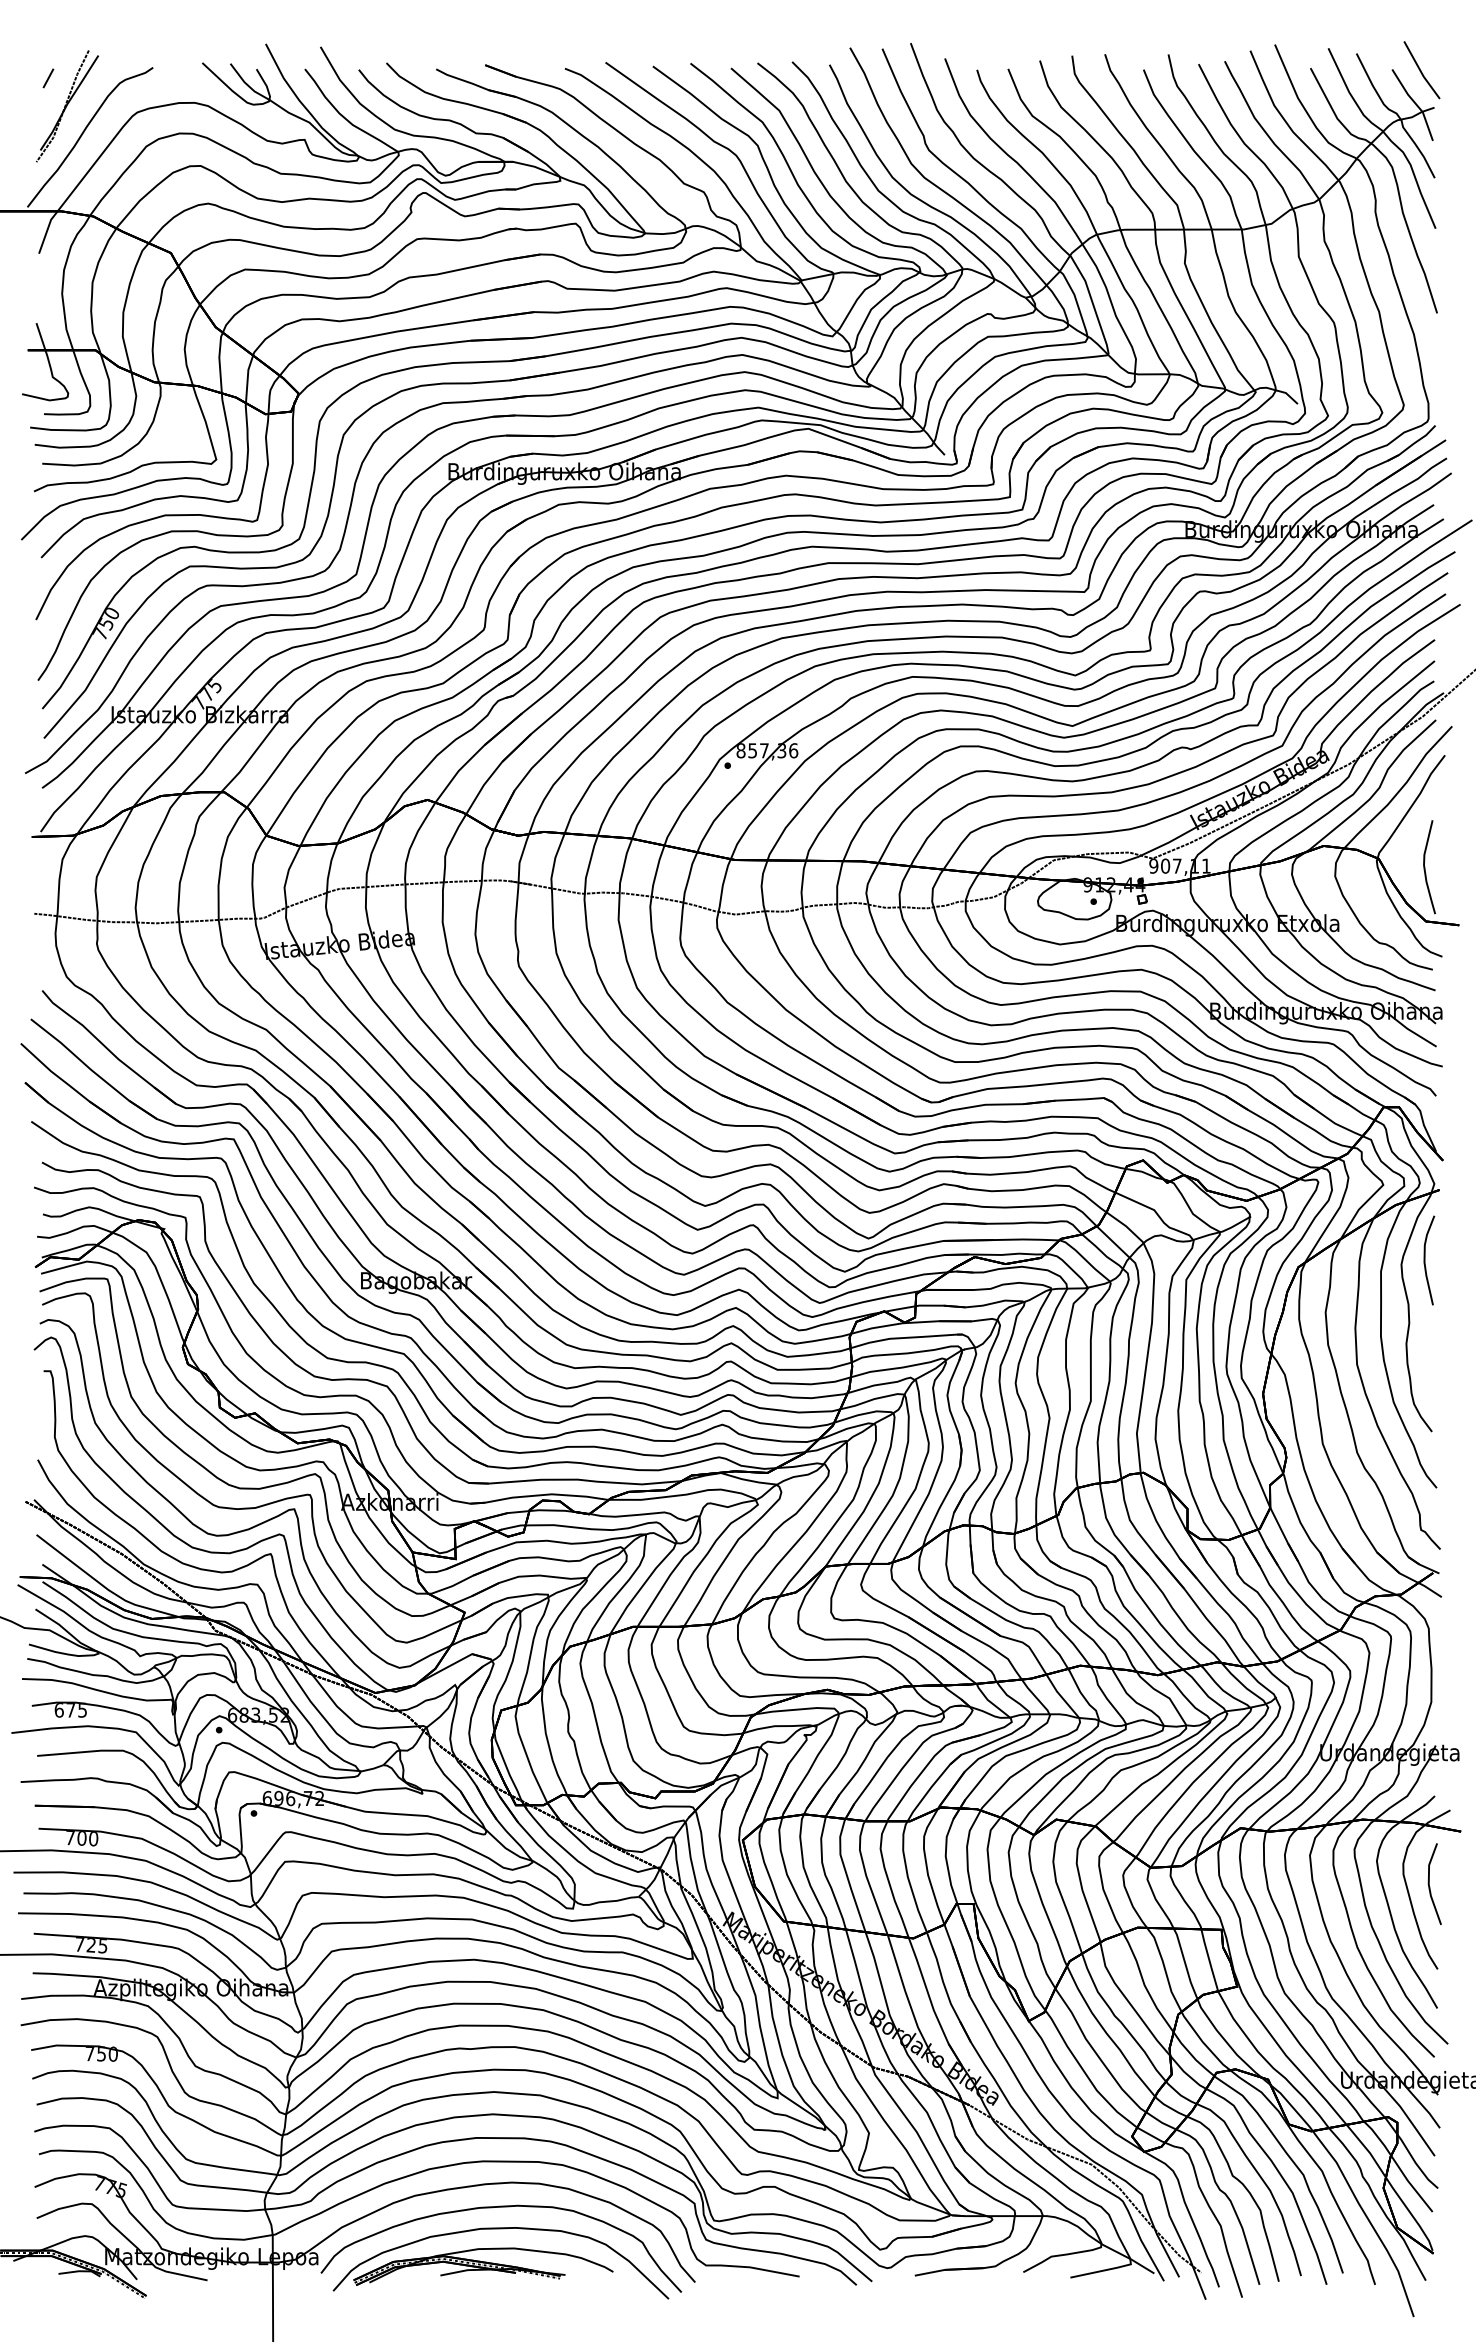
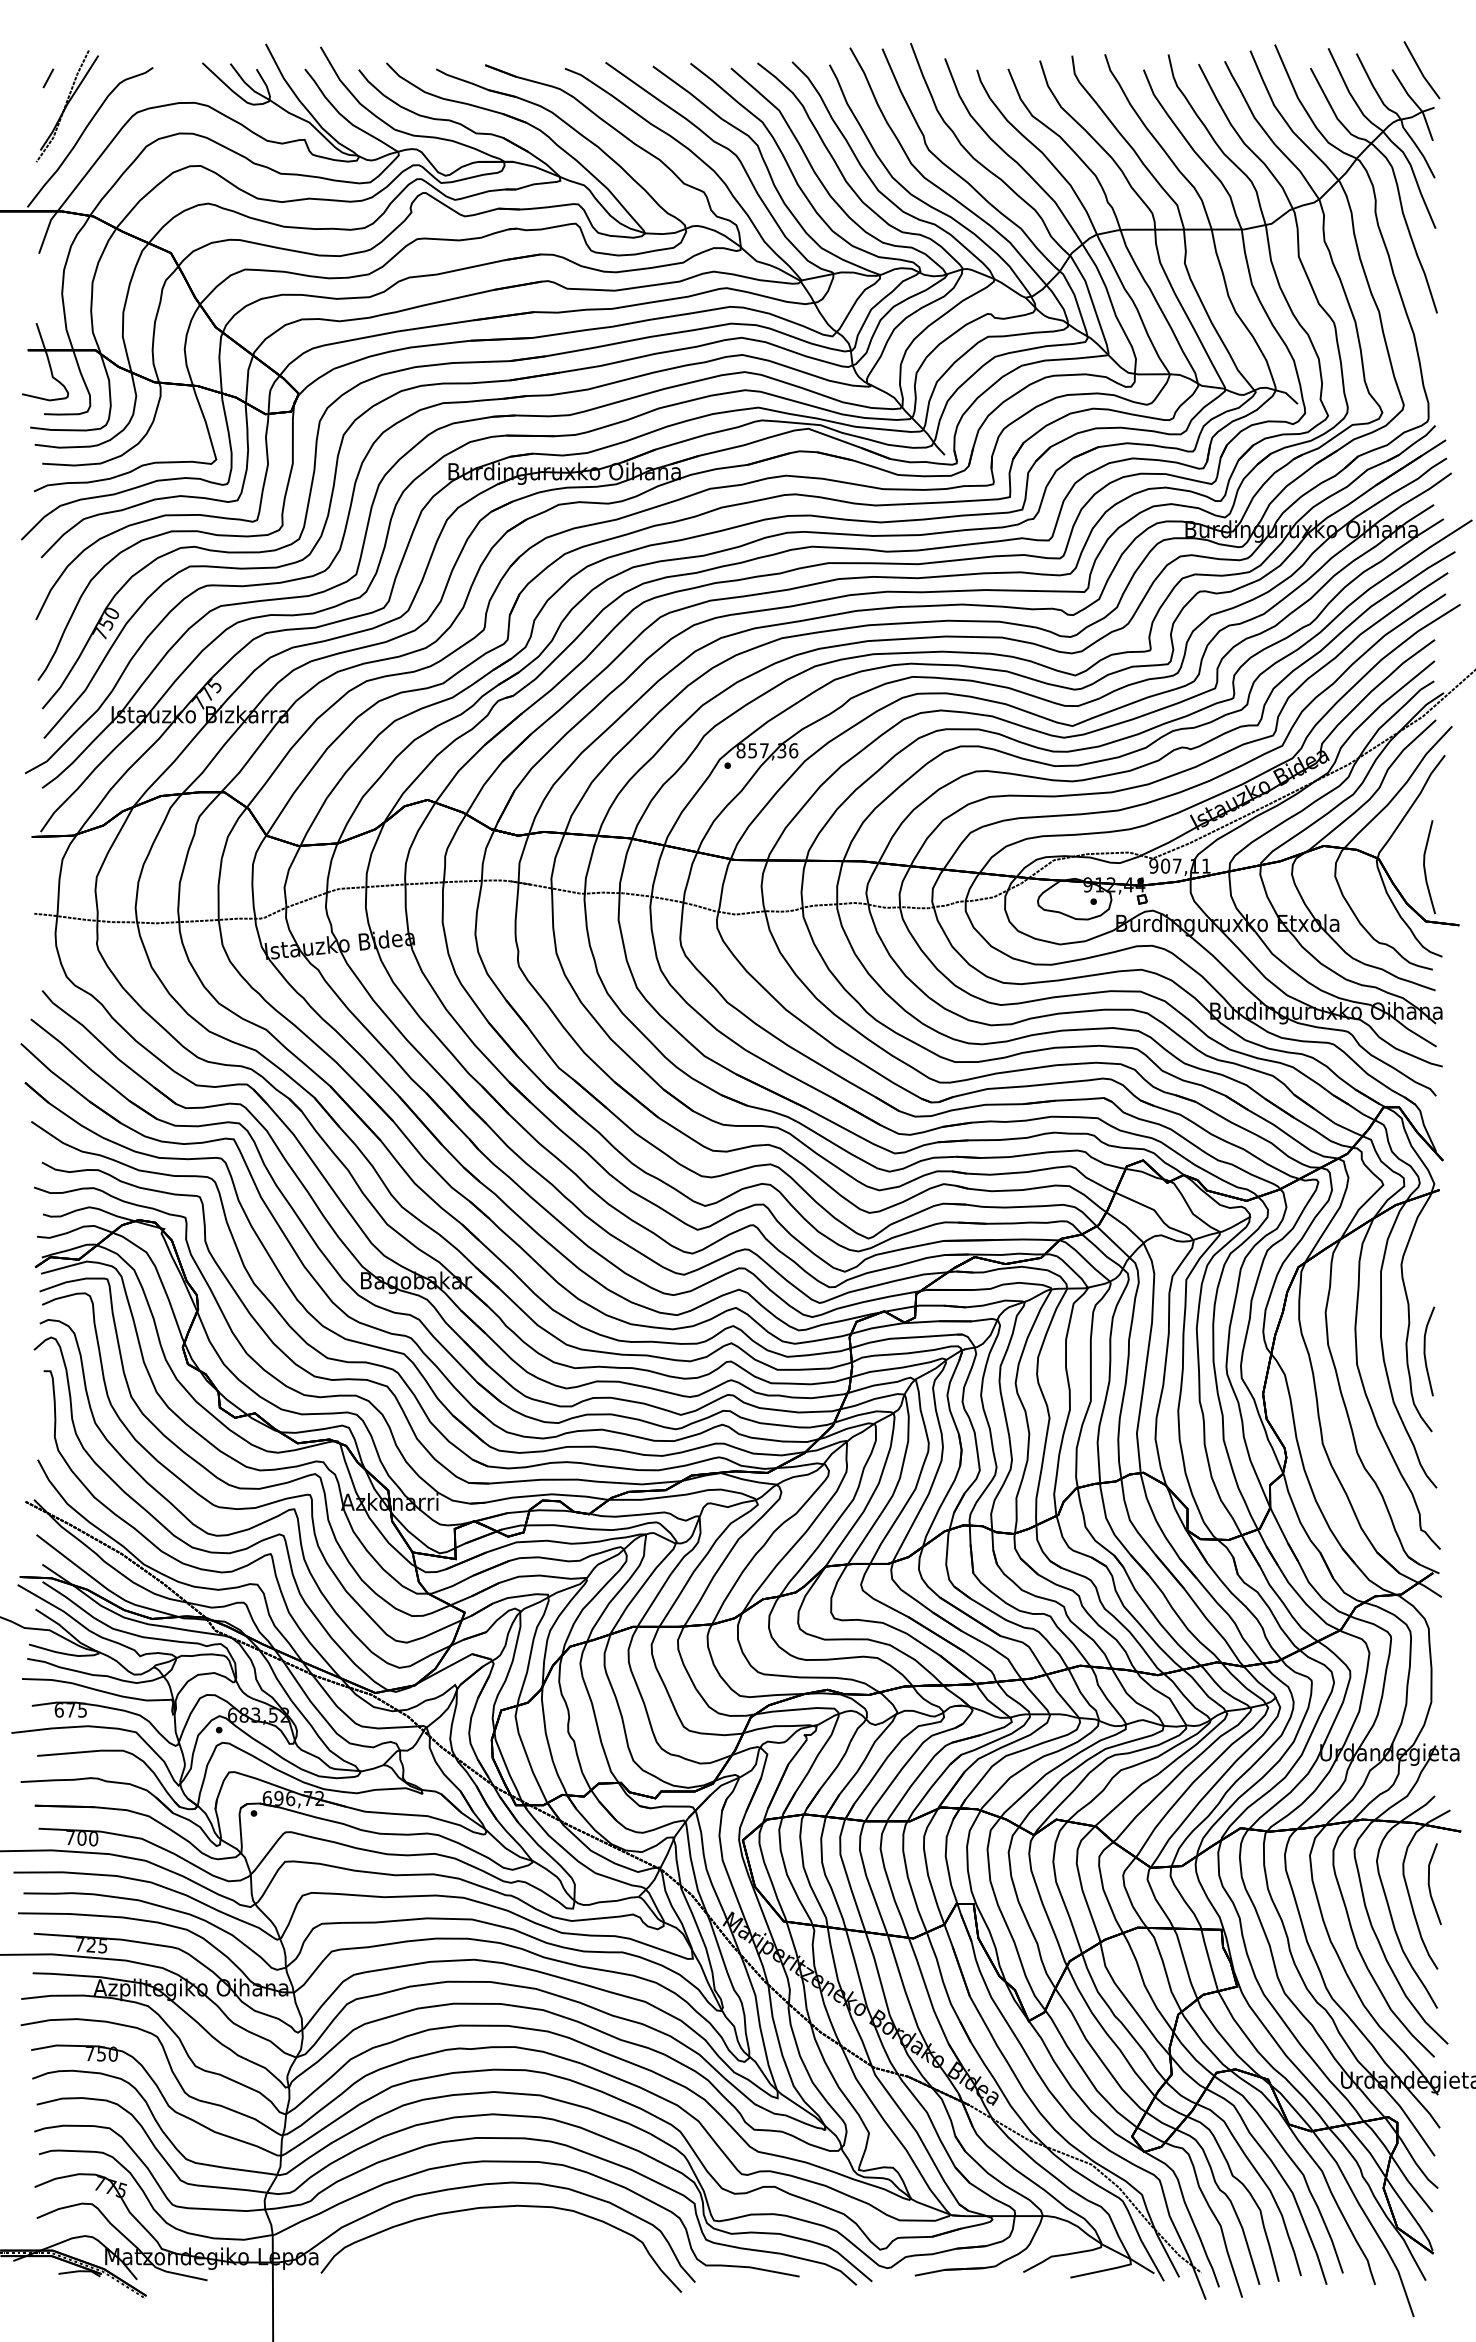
curve at (1425, 1260) position: (1425, 1260) -> (1425, 1351)
part at (500, 2263): present -> none
